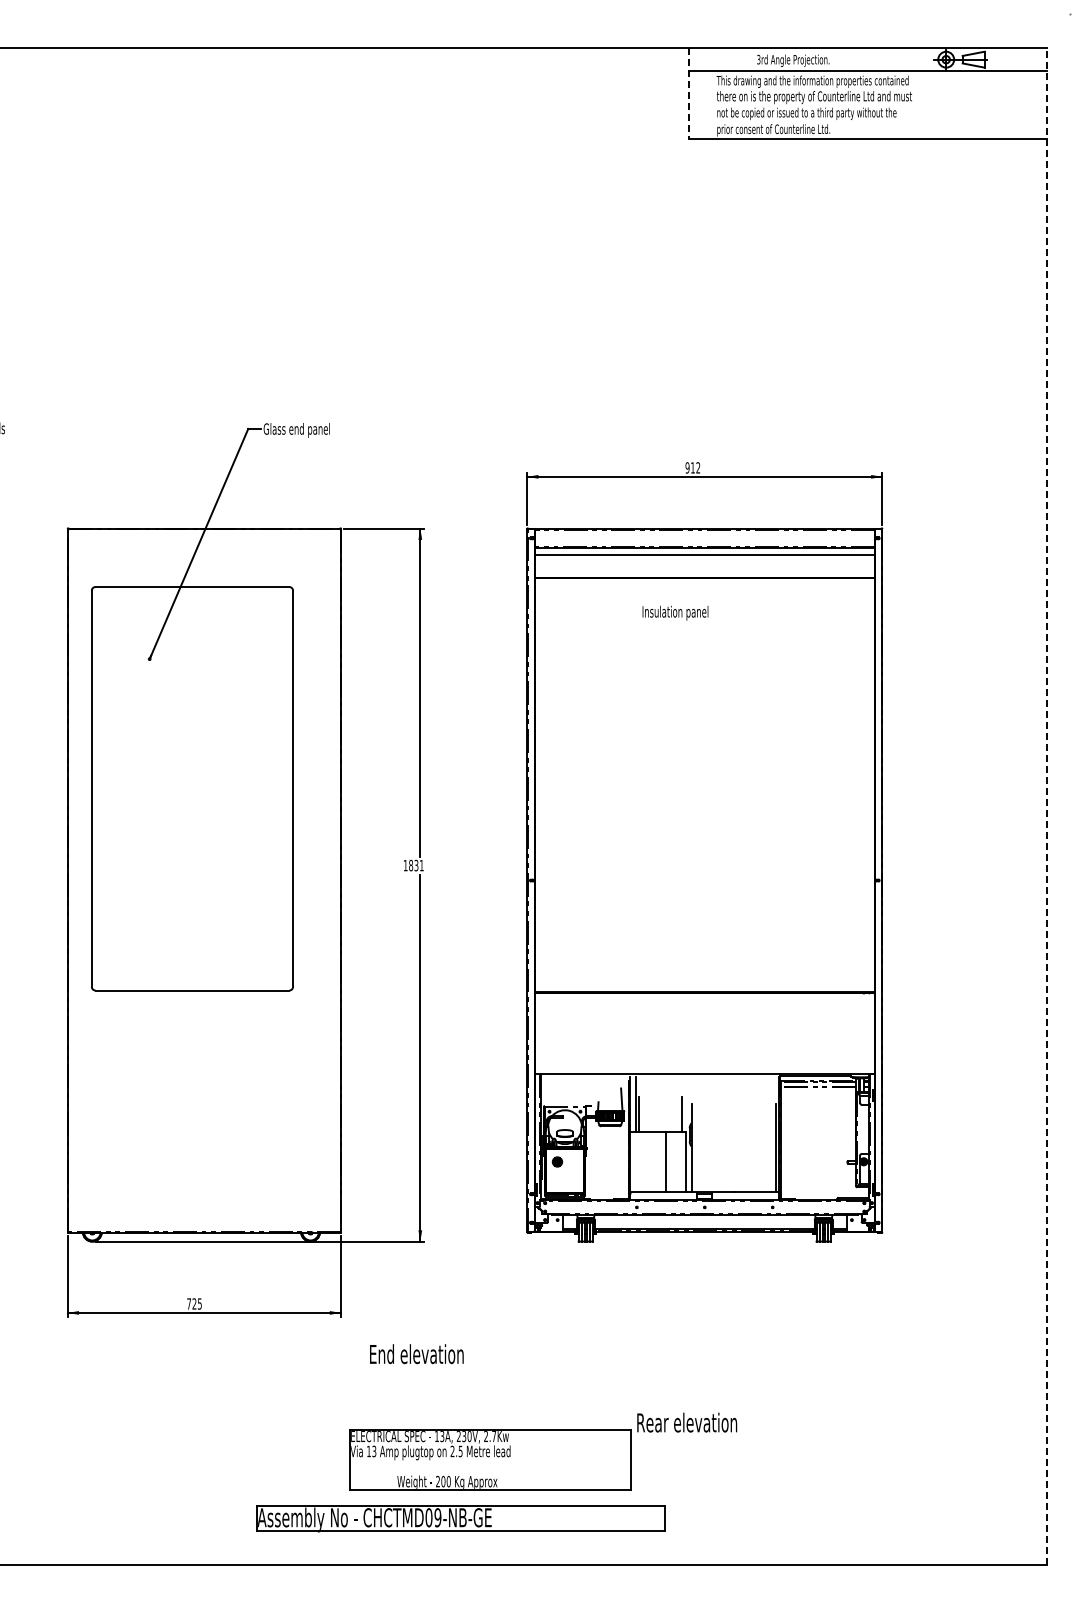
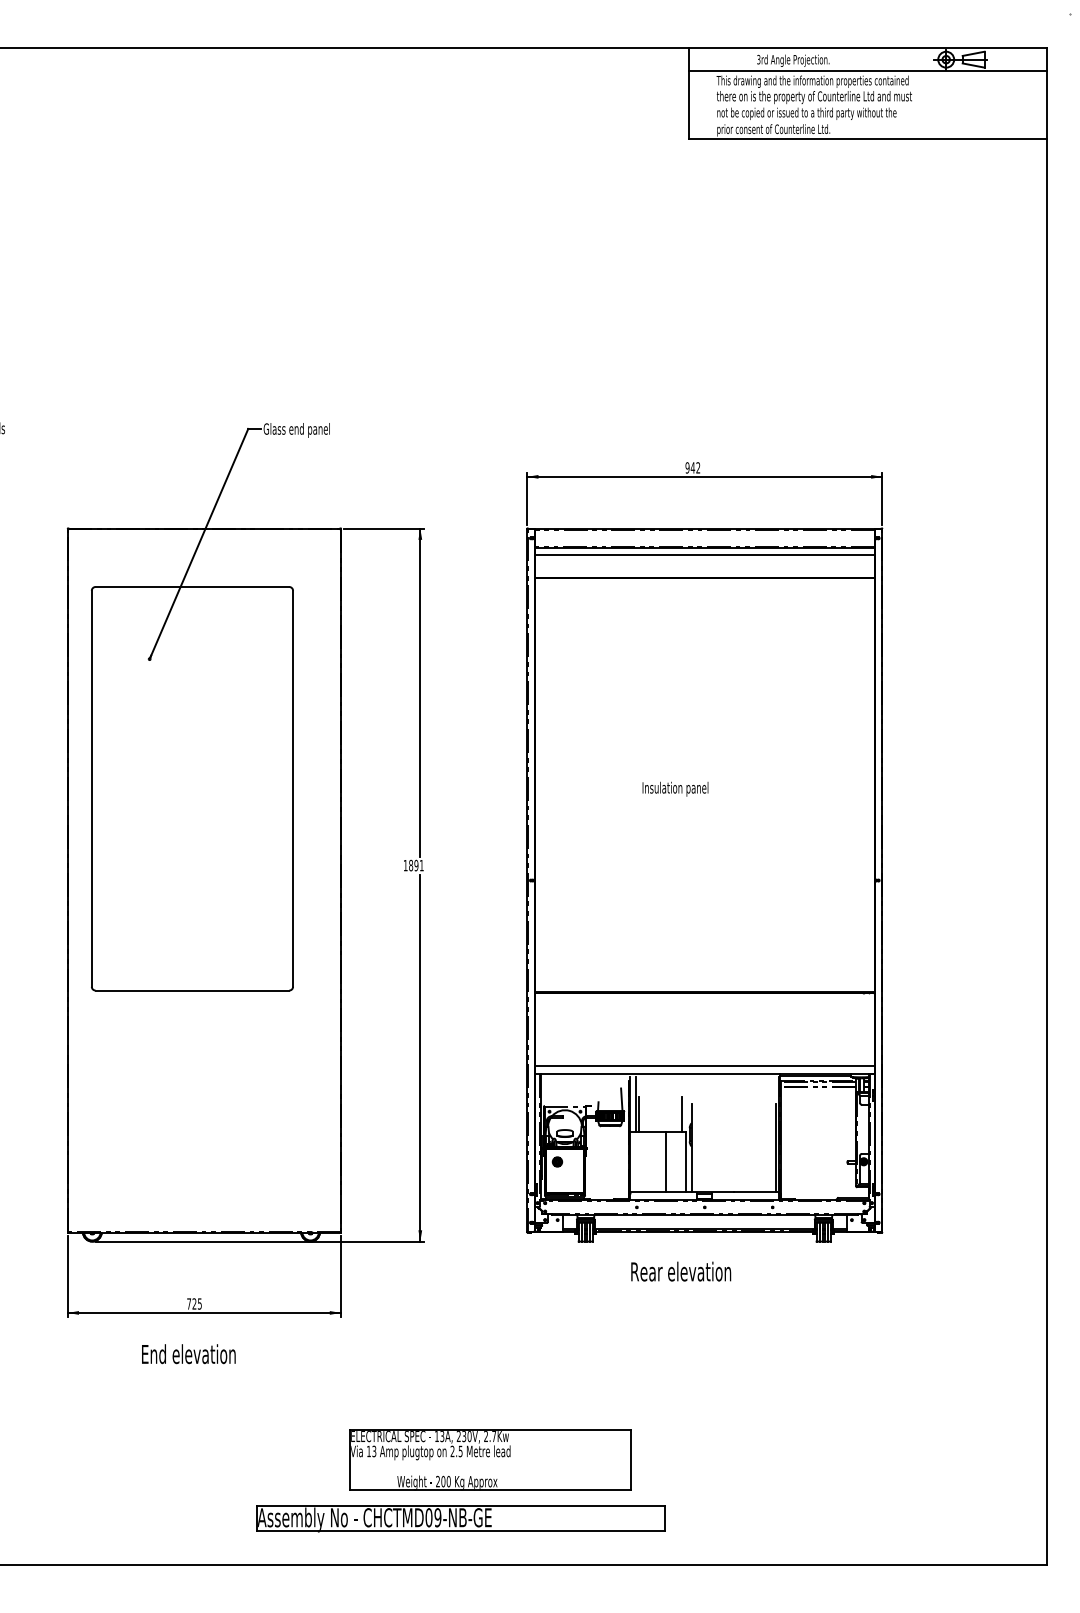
line at (689, 94): dashed -> solid
text at (692, 467): 912 -> 942
text at (675, 612) position: (675, 612) -> (675, 788)
line at (1047, 806): dashed -> solid
text at (416, 865): 1831 -> 1891
line at (704, 1065): none -> present
text at (416, 1354) position: (416, 1354) -> (188, 1354)
text at (687, 1422) position: (687, 1422) -> (681, 1271)
